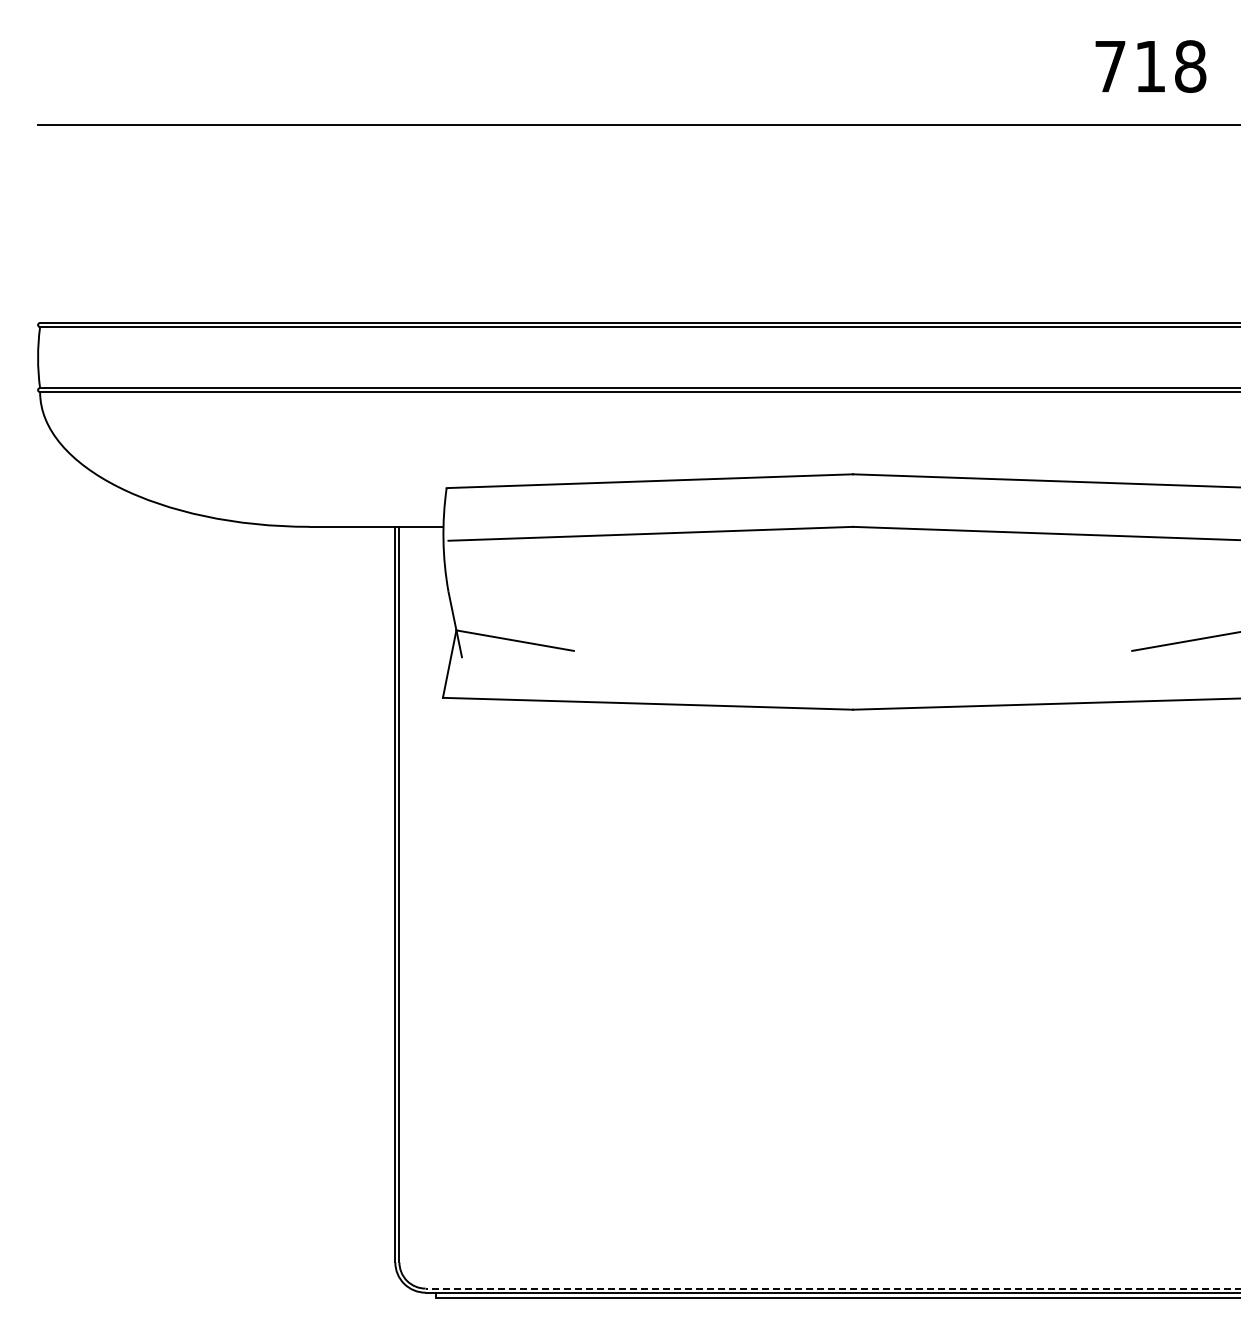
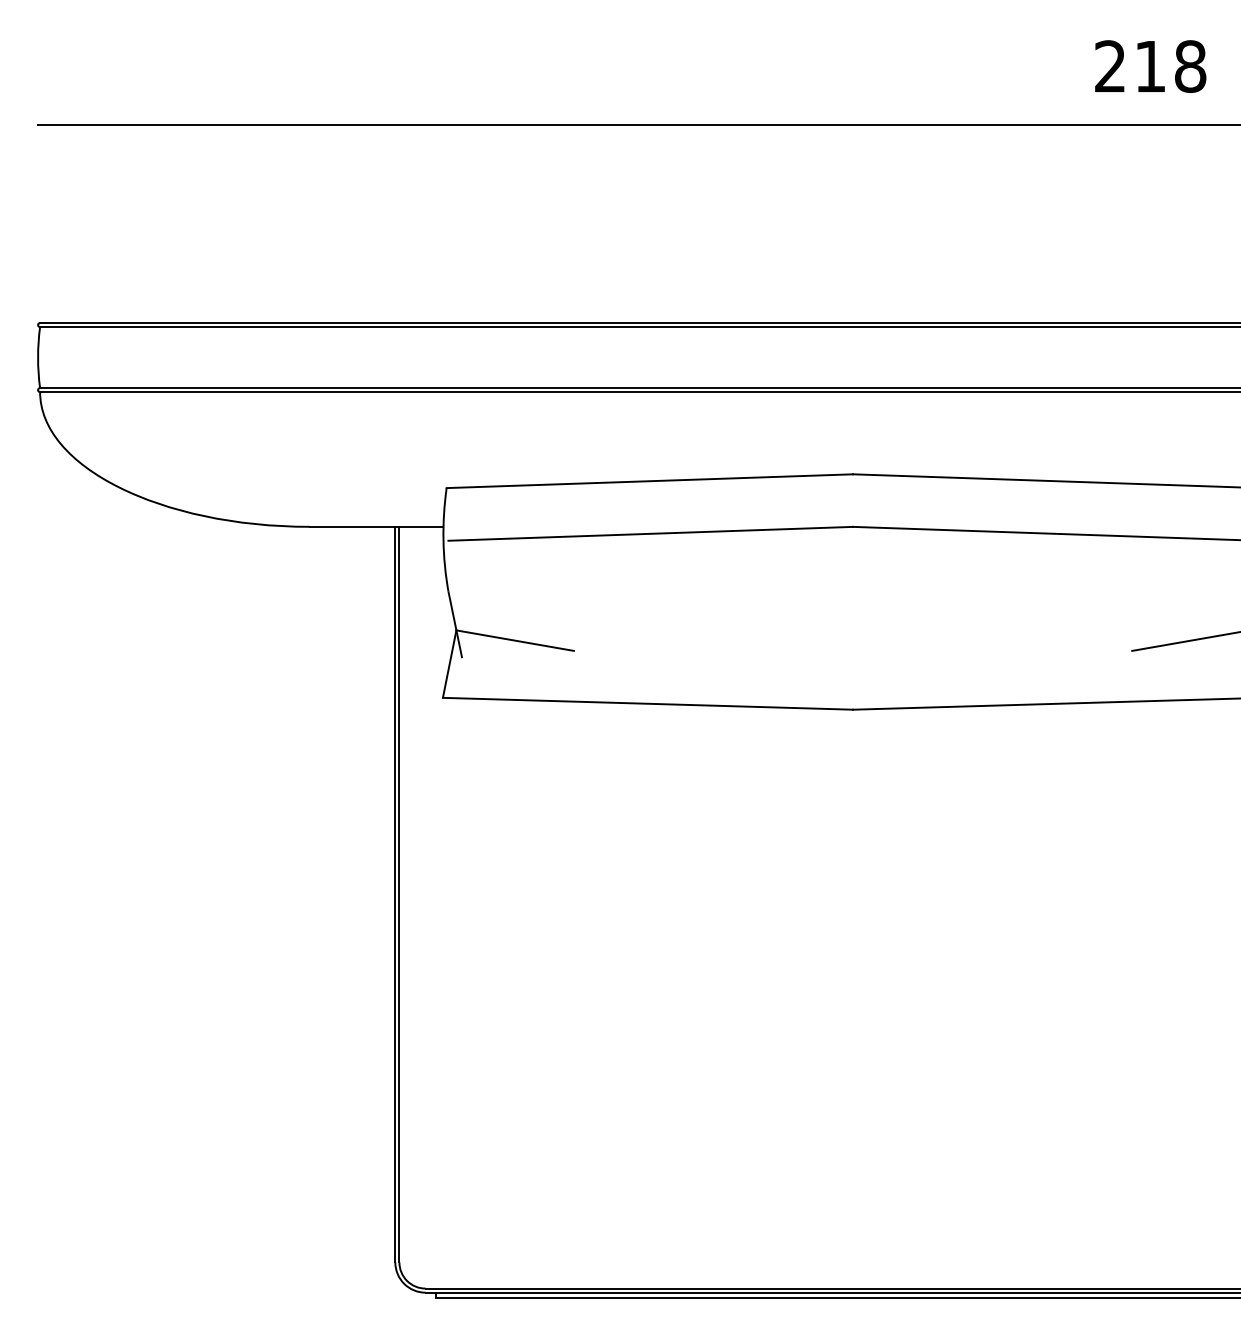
text at (1110, 65): 718 -> 218
line at (832, 1288): dashed -> solid
